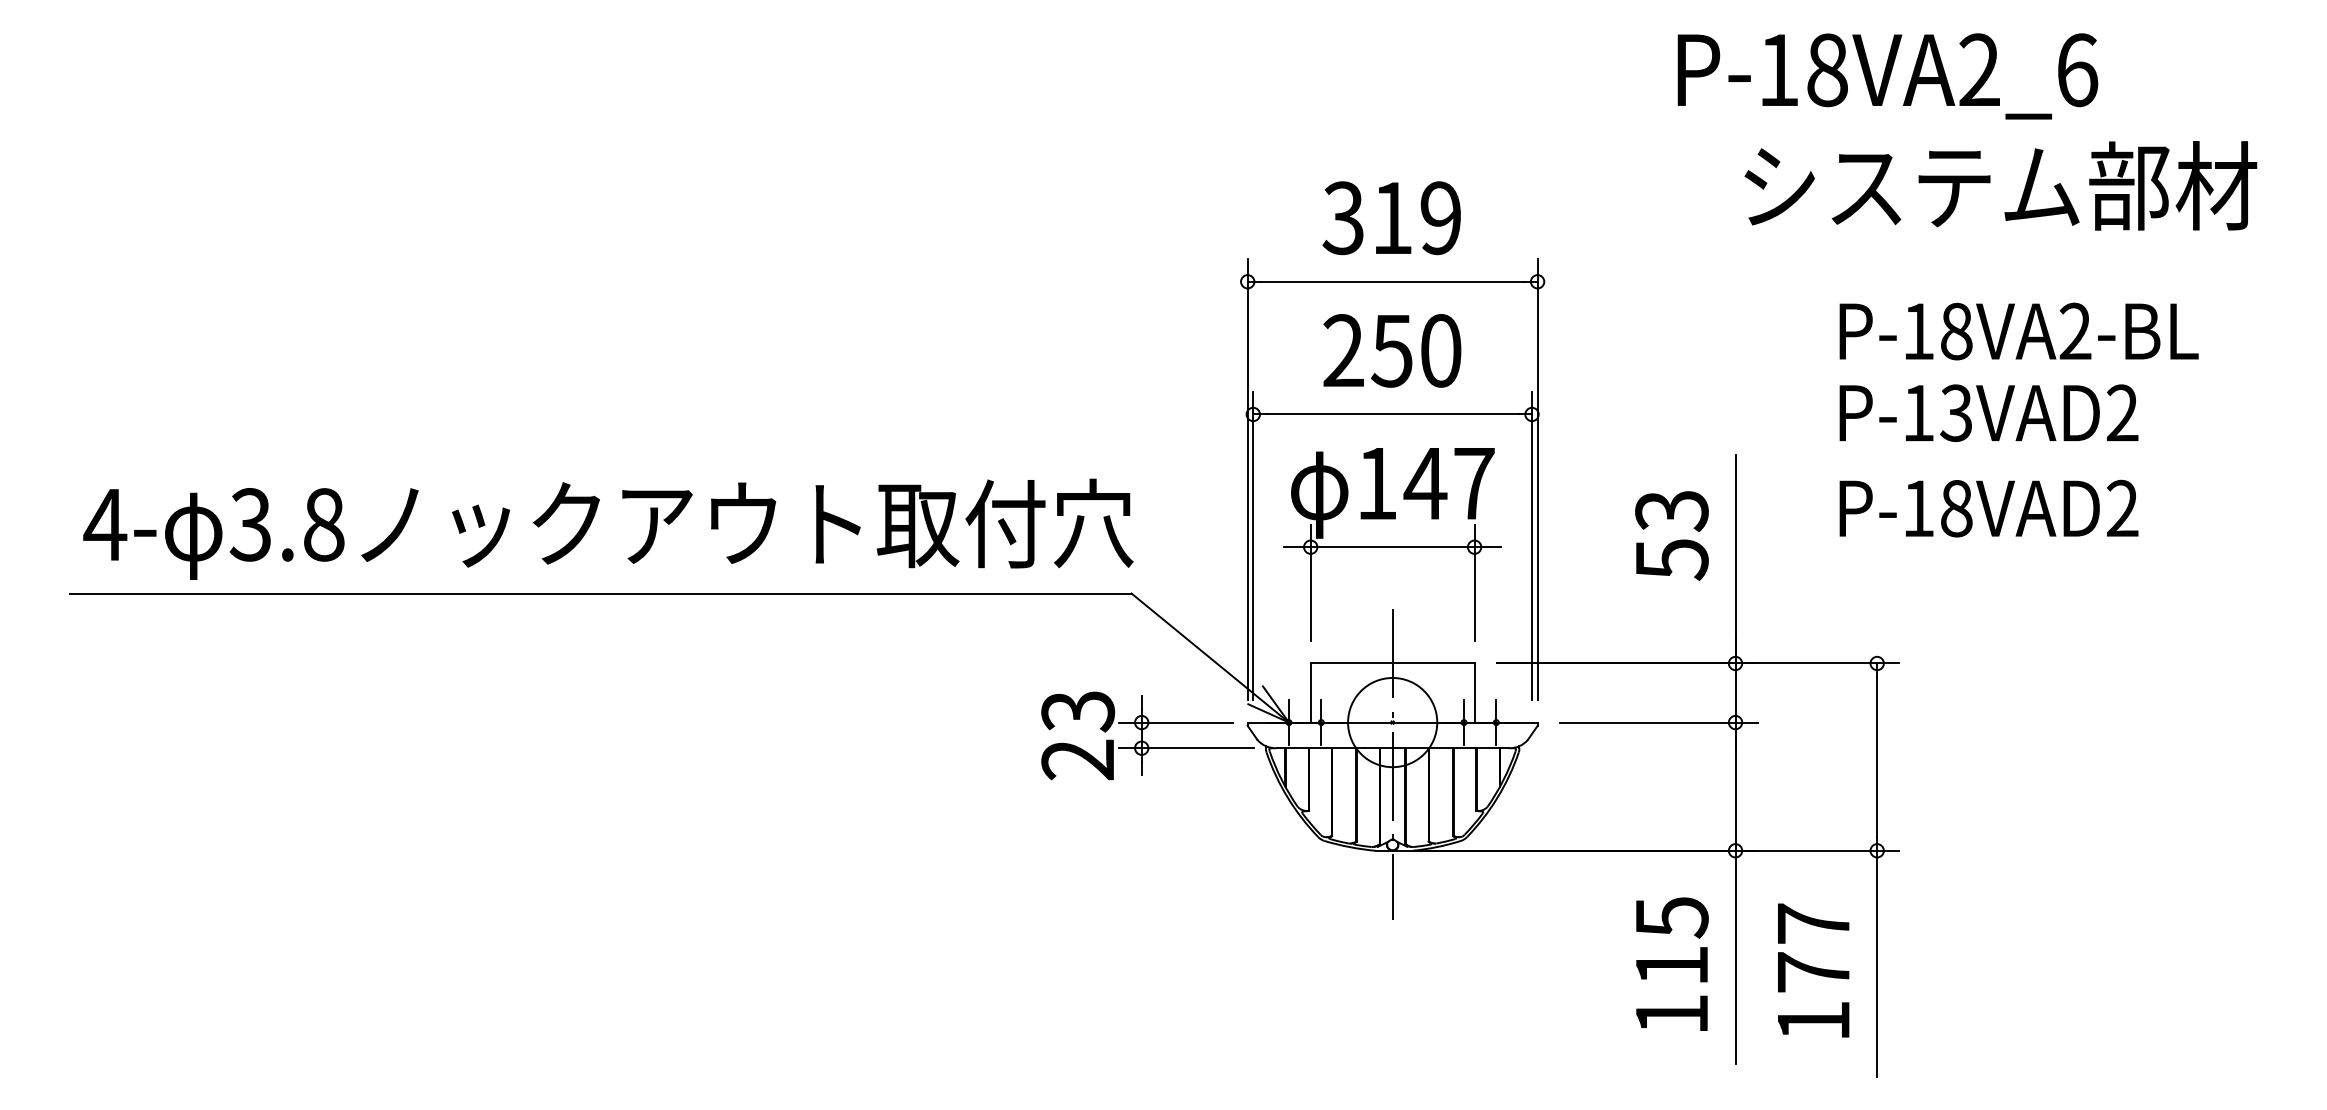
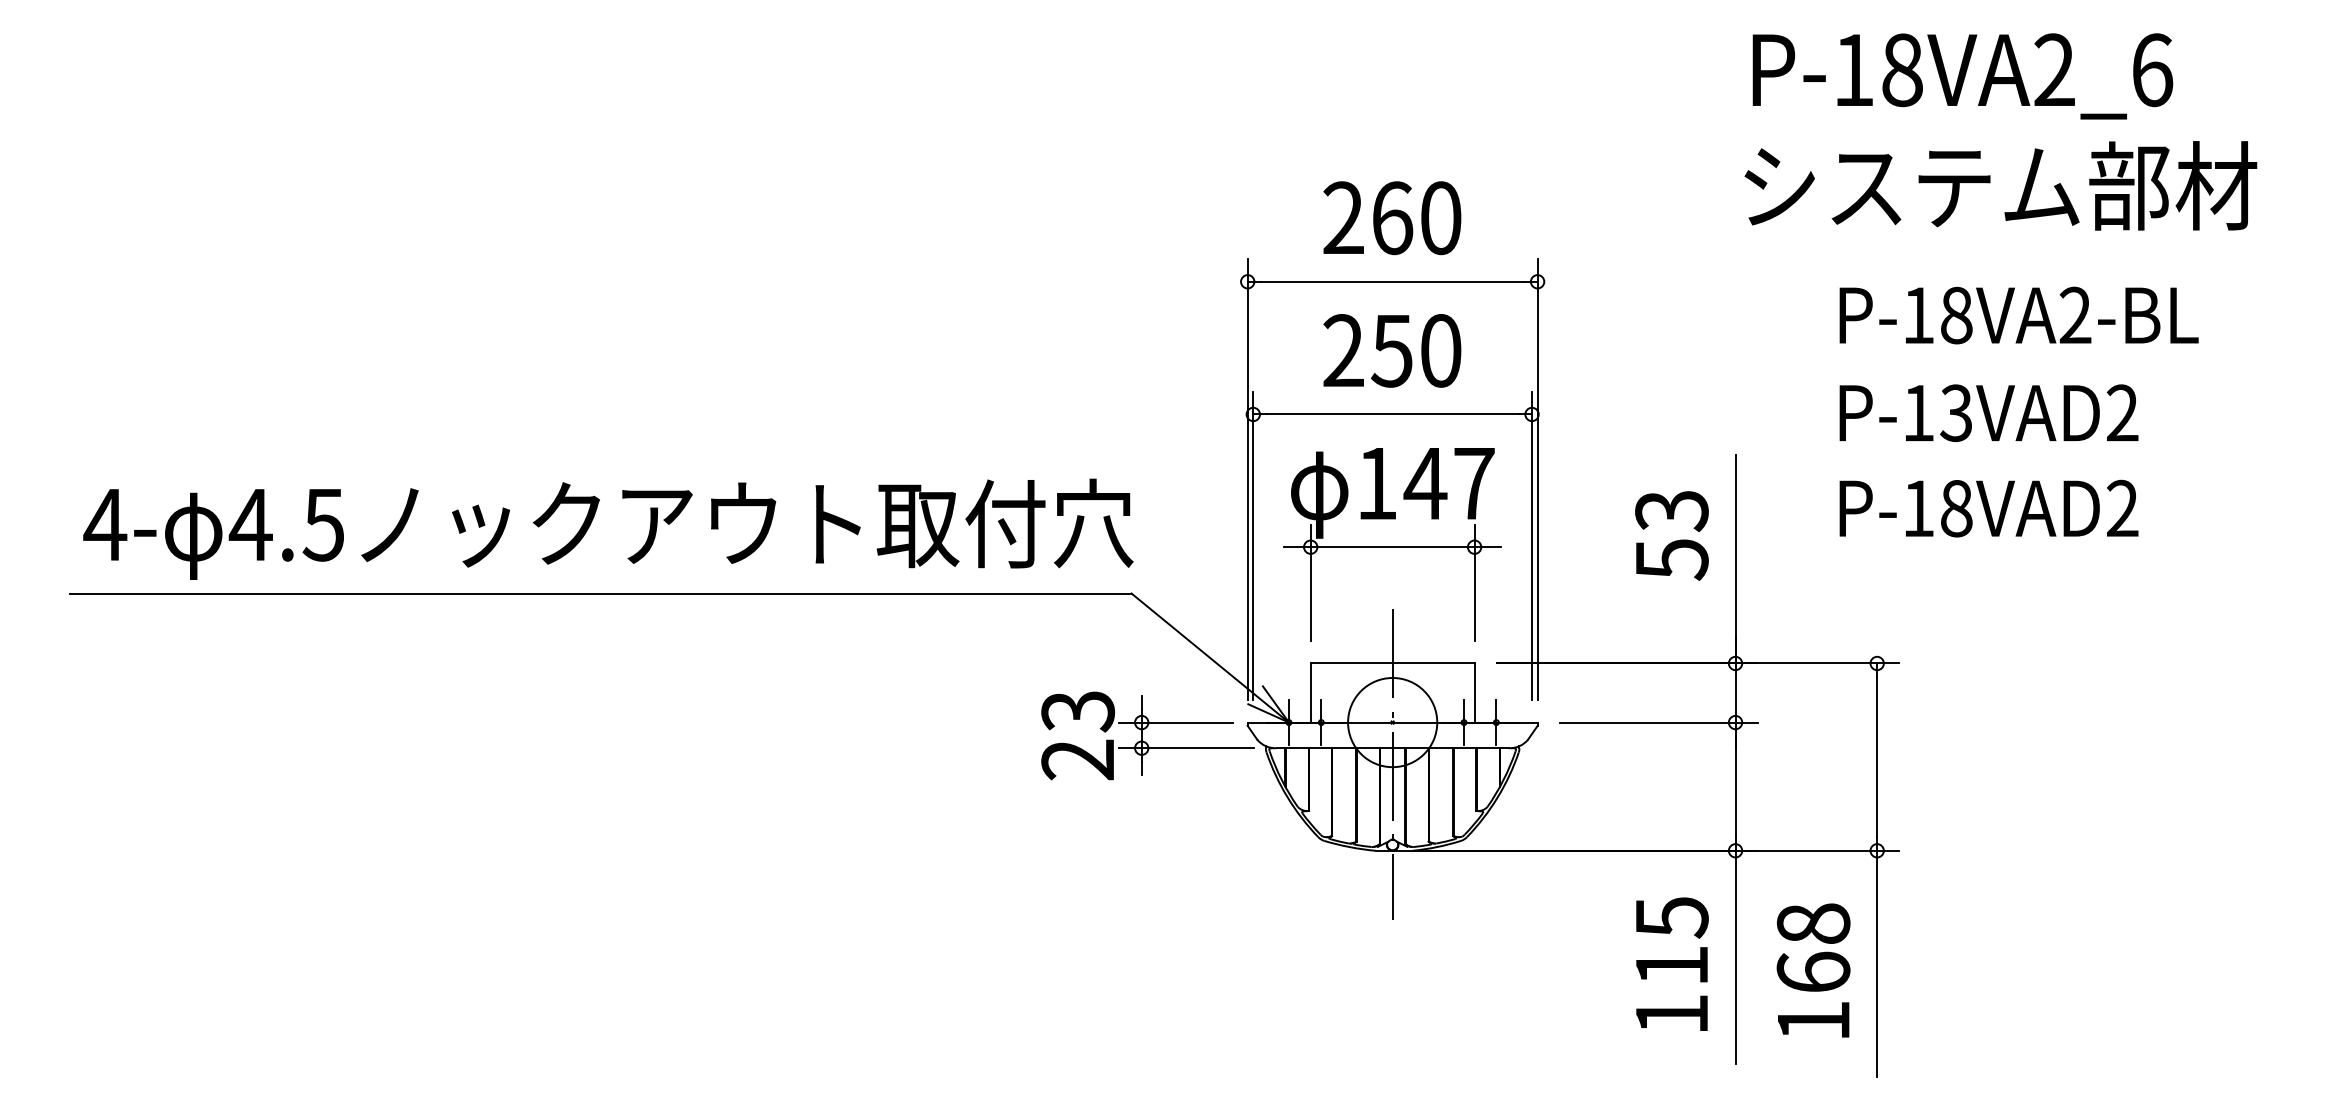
text at (1887, 76) position: (1887, 76) -> (1962, 76)
text at (1391, 218): 319 -> 260
text at (2018, 331) position: (2018, 331) -> (2018, 315)
text at (286, 524): 3.8 -> 4.5
text at (1813, 947): 177 -> 168
